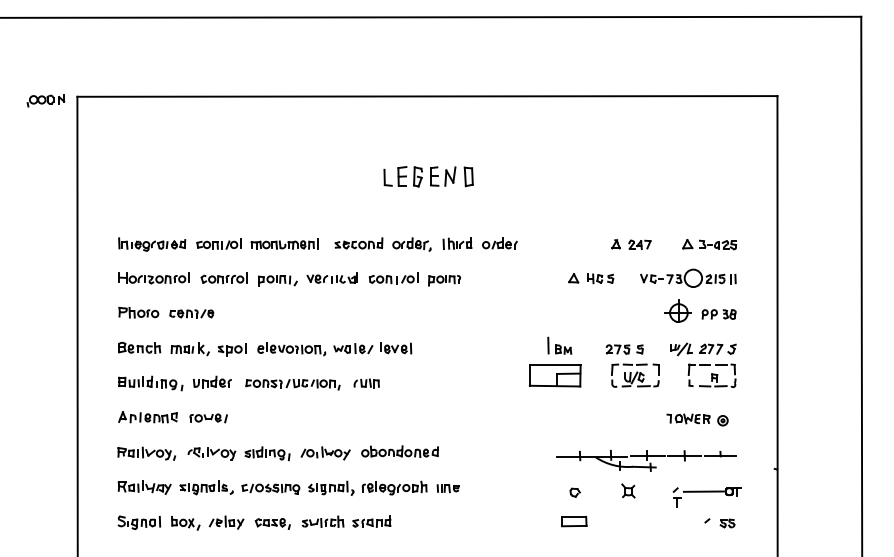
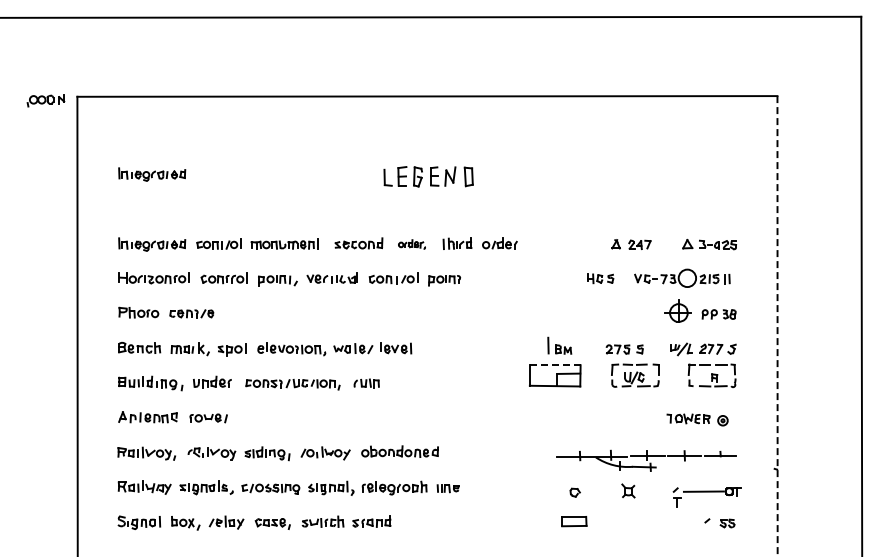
part at (152, 174): none -> present
part at (411, 244) size: 40x15 px -> 28x11 px
part at (688, 277) position: (688, 277) -> (682, 277)
part at (573, 278): present -> none
line at (777, 327): solid -> dashed
line at (555, 365): solid -> dashed
